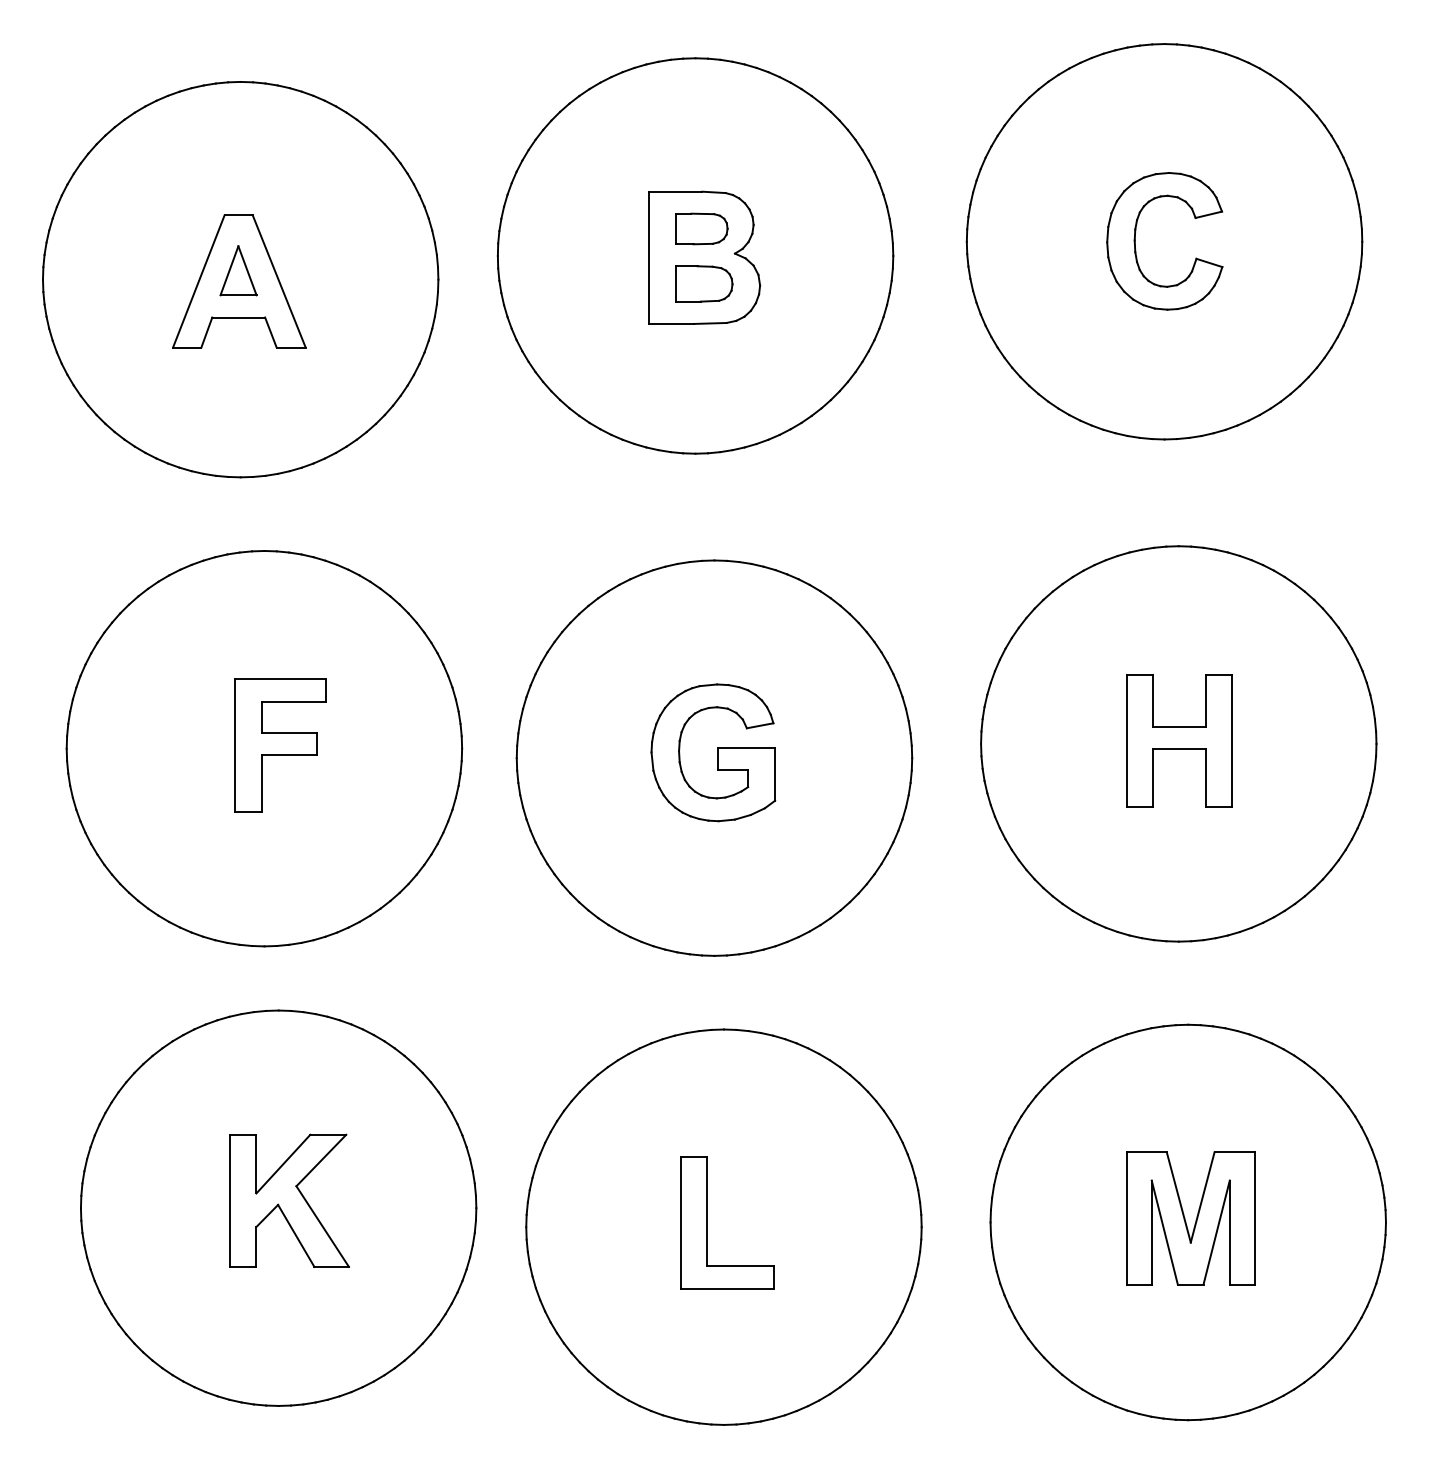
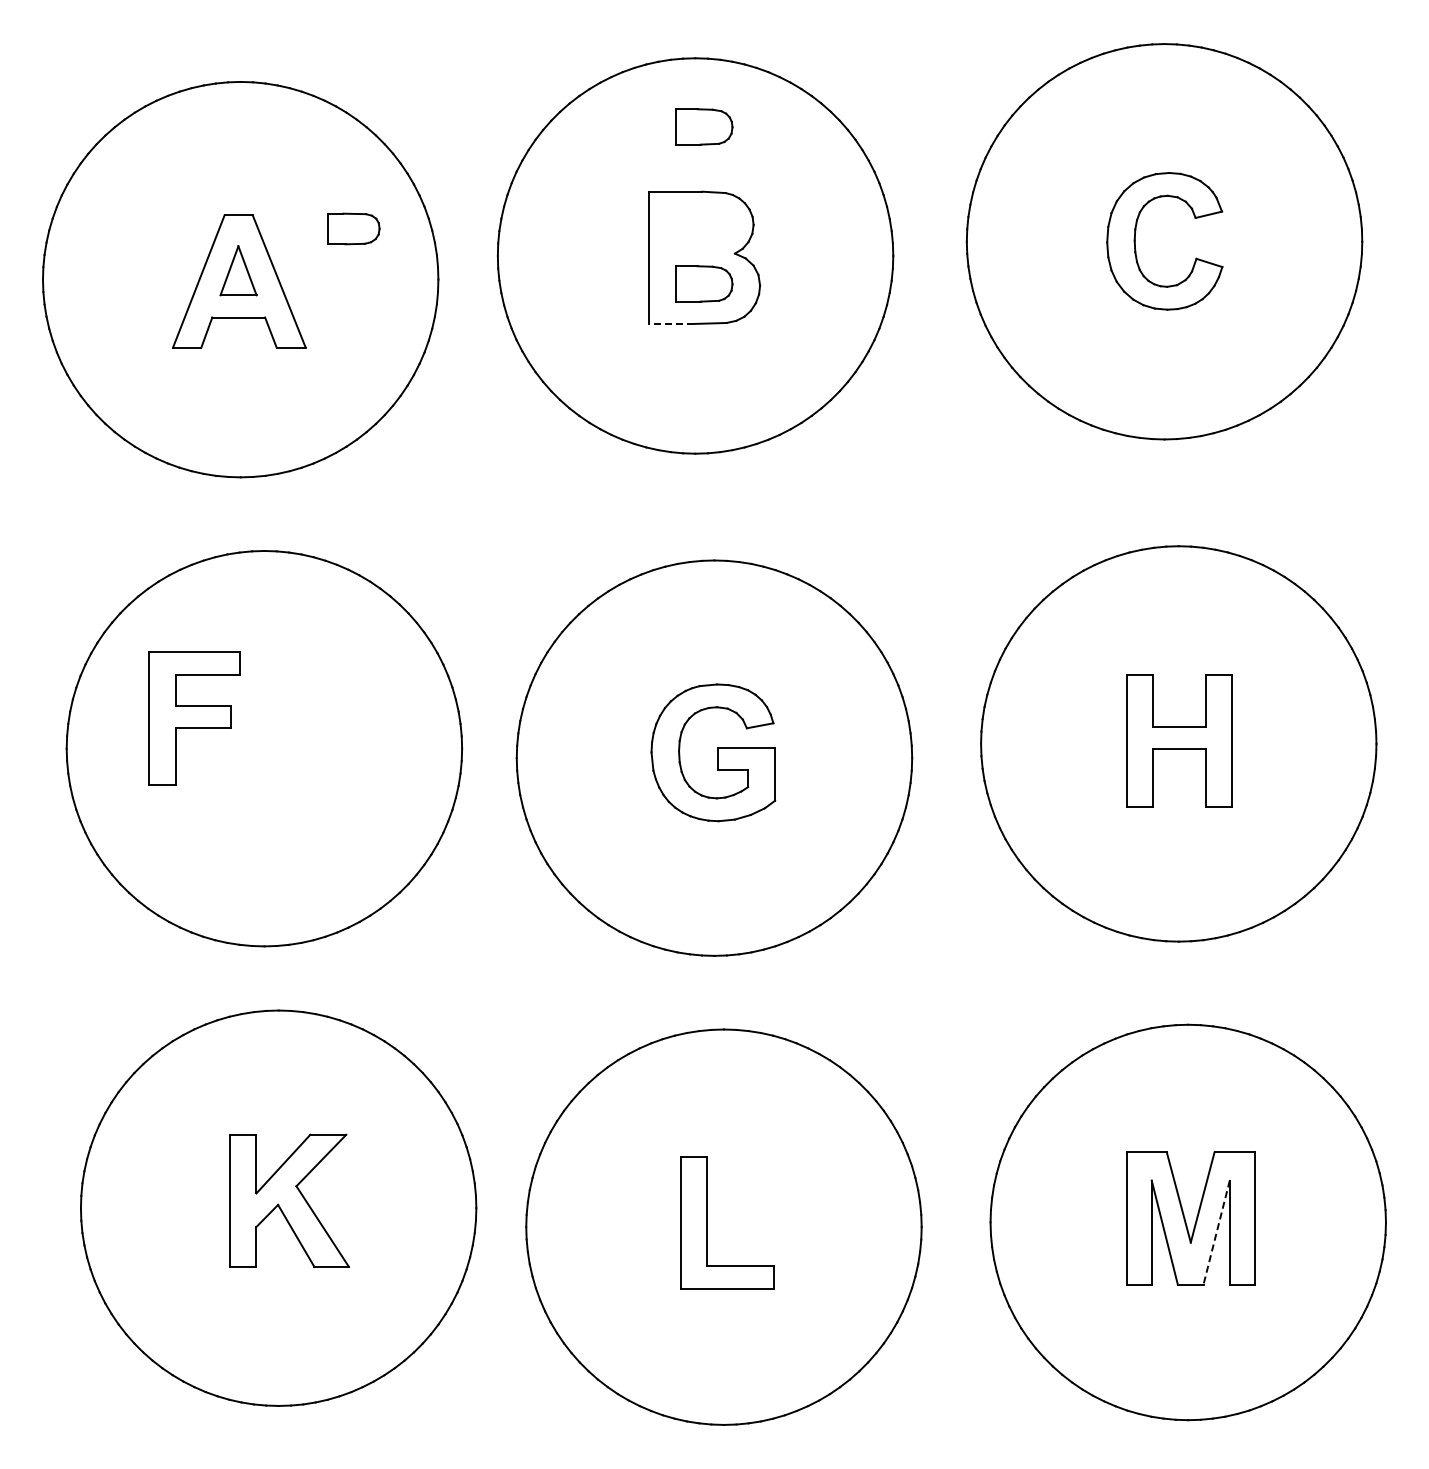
part at (704, 126): none -> present
part at (701, 228) position: (701, 228) -> (353, 228)
line at (671, 323): solid -> dashed
part at (280, 745) position: (280, 745) -> (194, 718)
line at (1216, 1232): solid -> dashed
